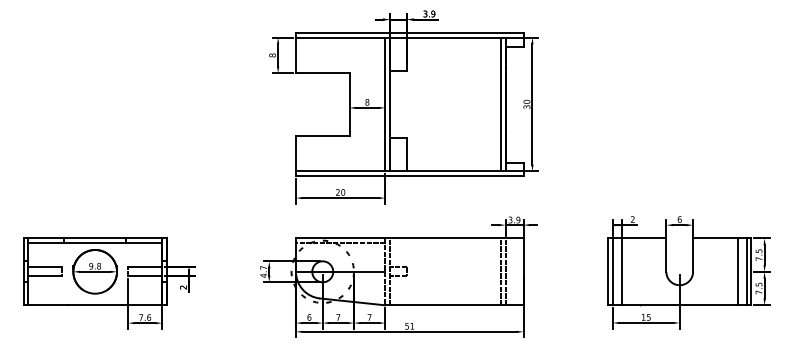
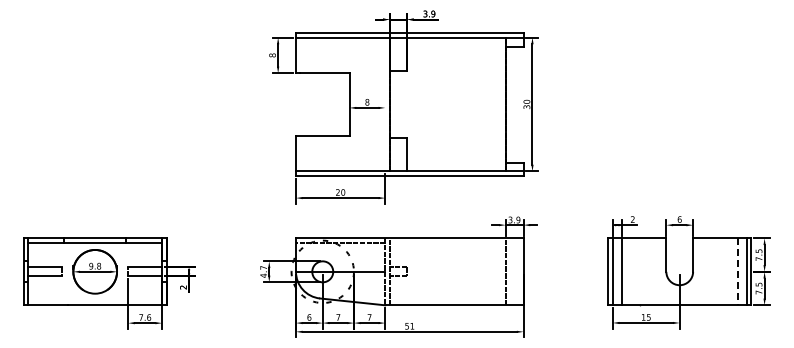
line at (385, 104): present -> none
line at (501, 104): present -> none
line at (501, 271): present -> none
line at (737, 272): solid -> dashed
